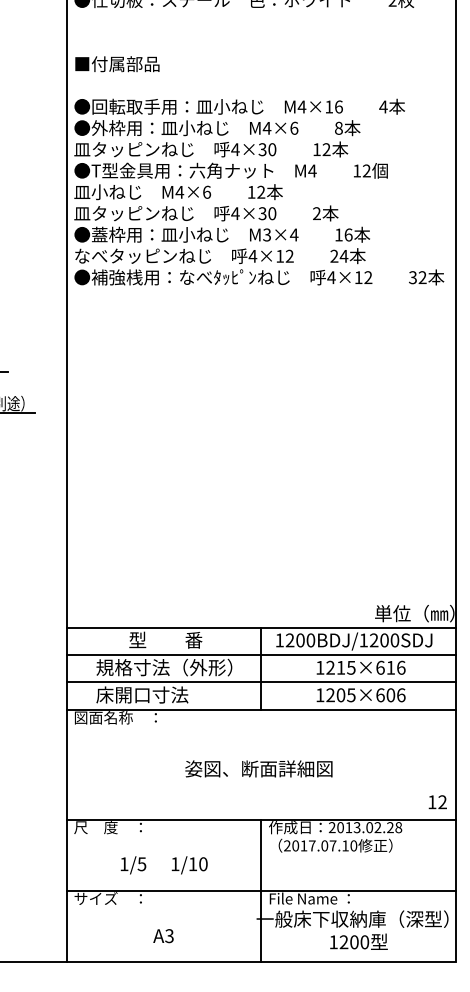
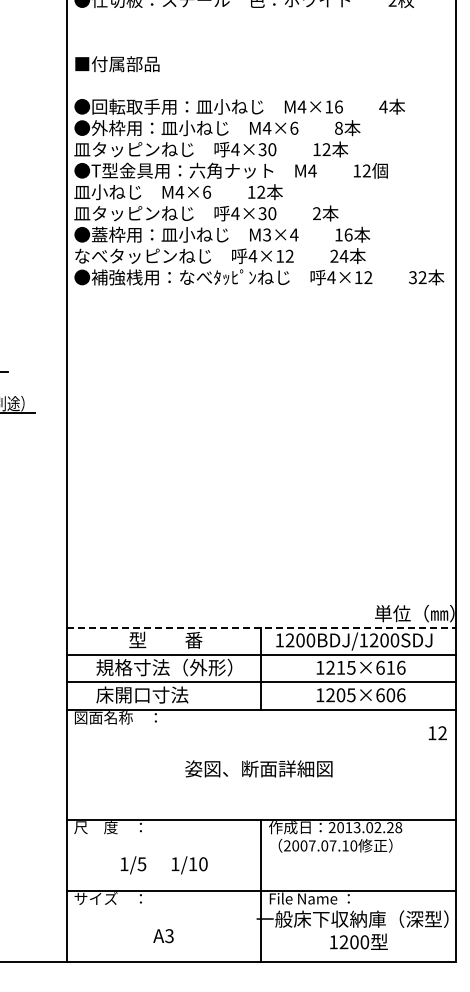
line at (261, 627): solid -> dashed
text at (437, 802) position: (437, 802) -> (437, 733)
text at (303, 845): 2017.07.10 -> 2007.07.10
